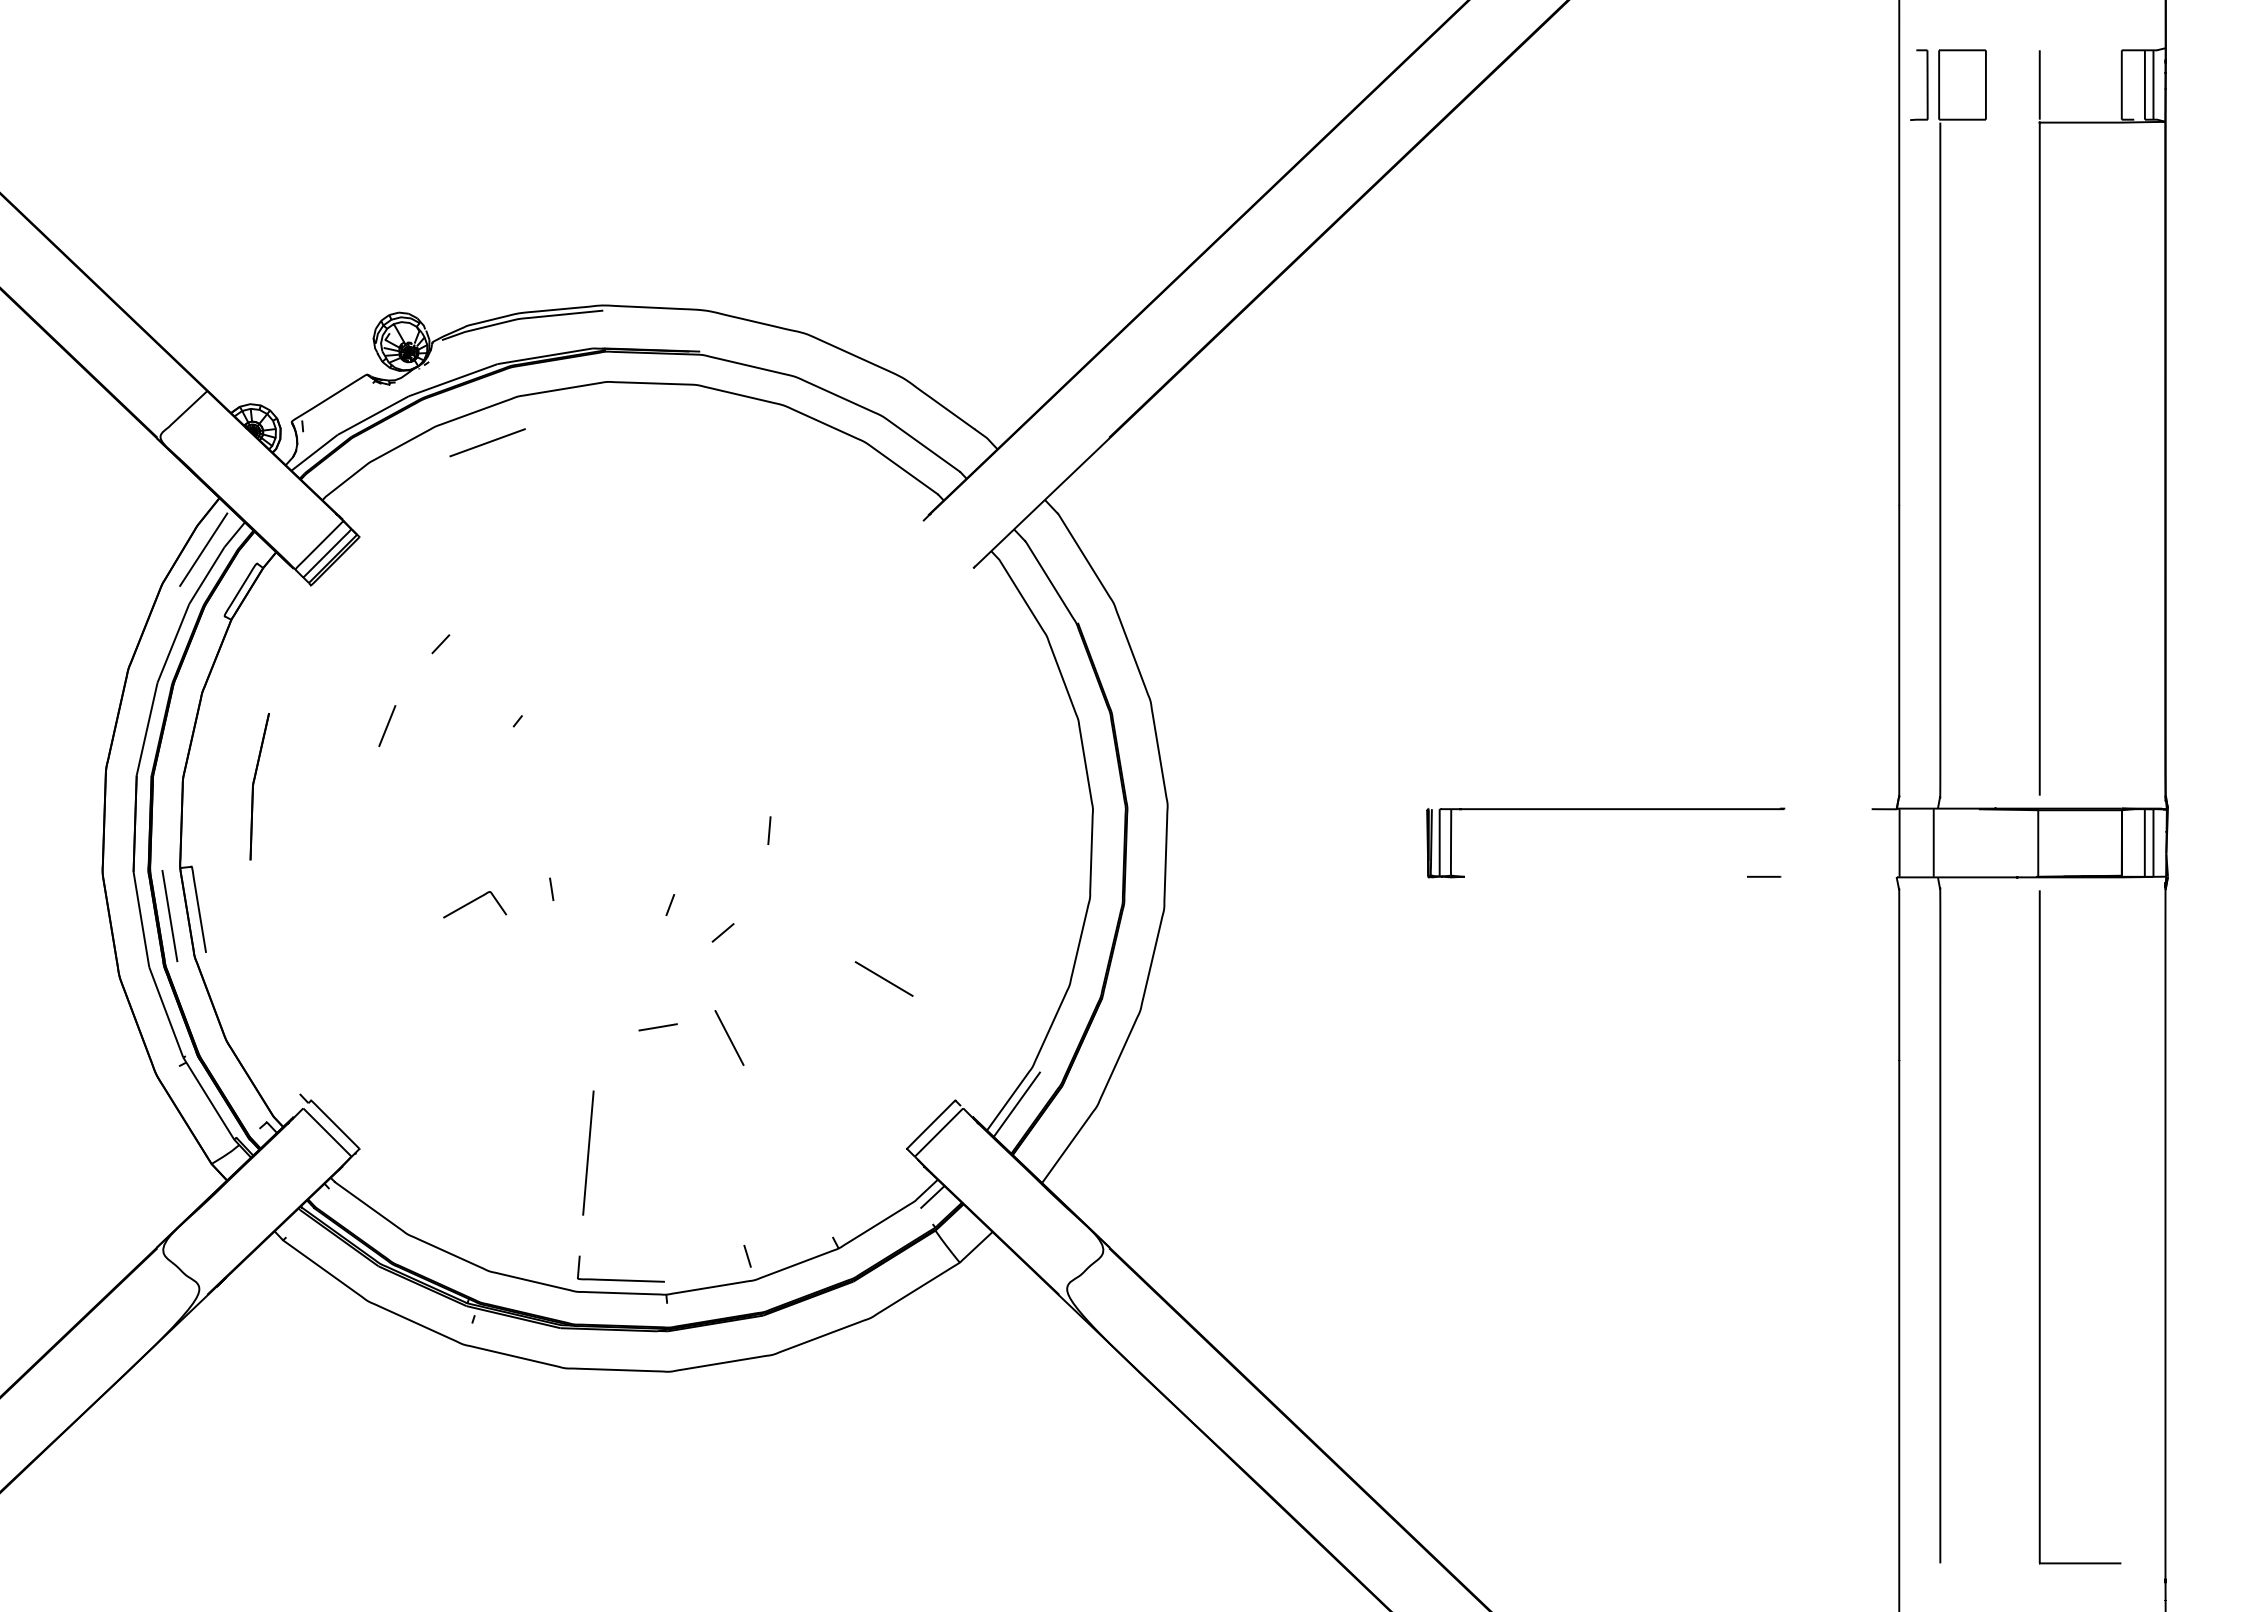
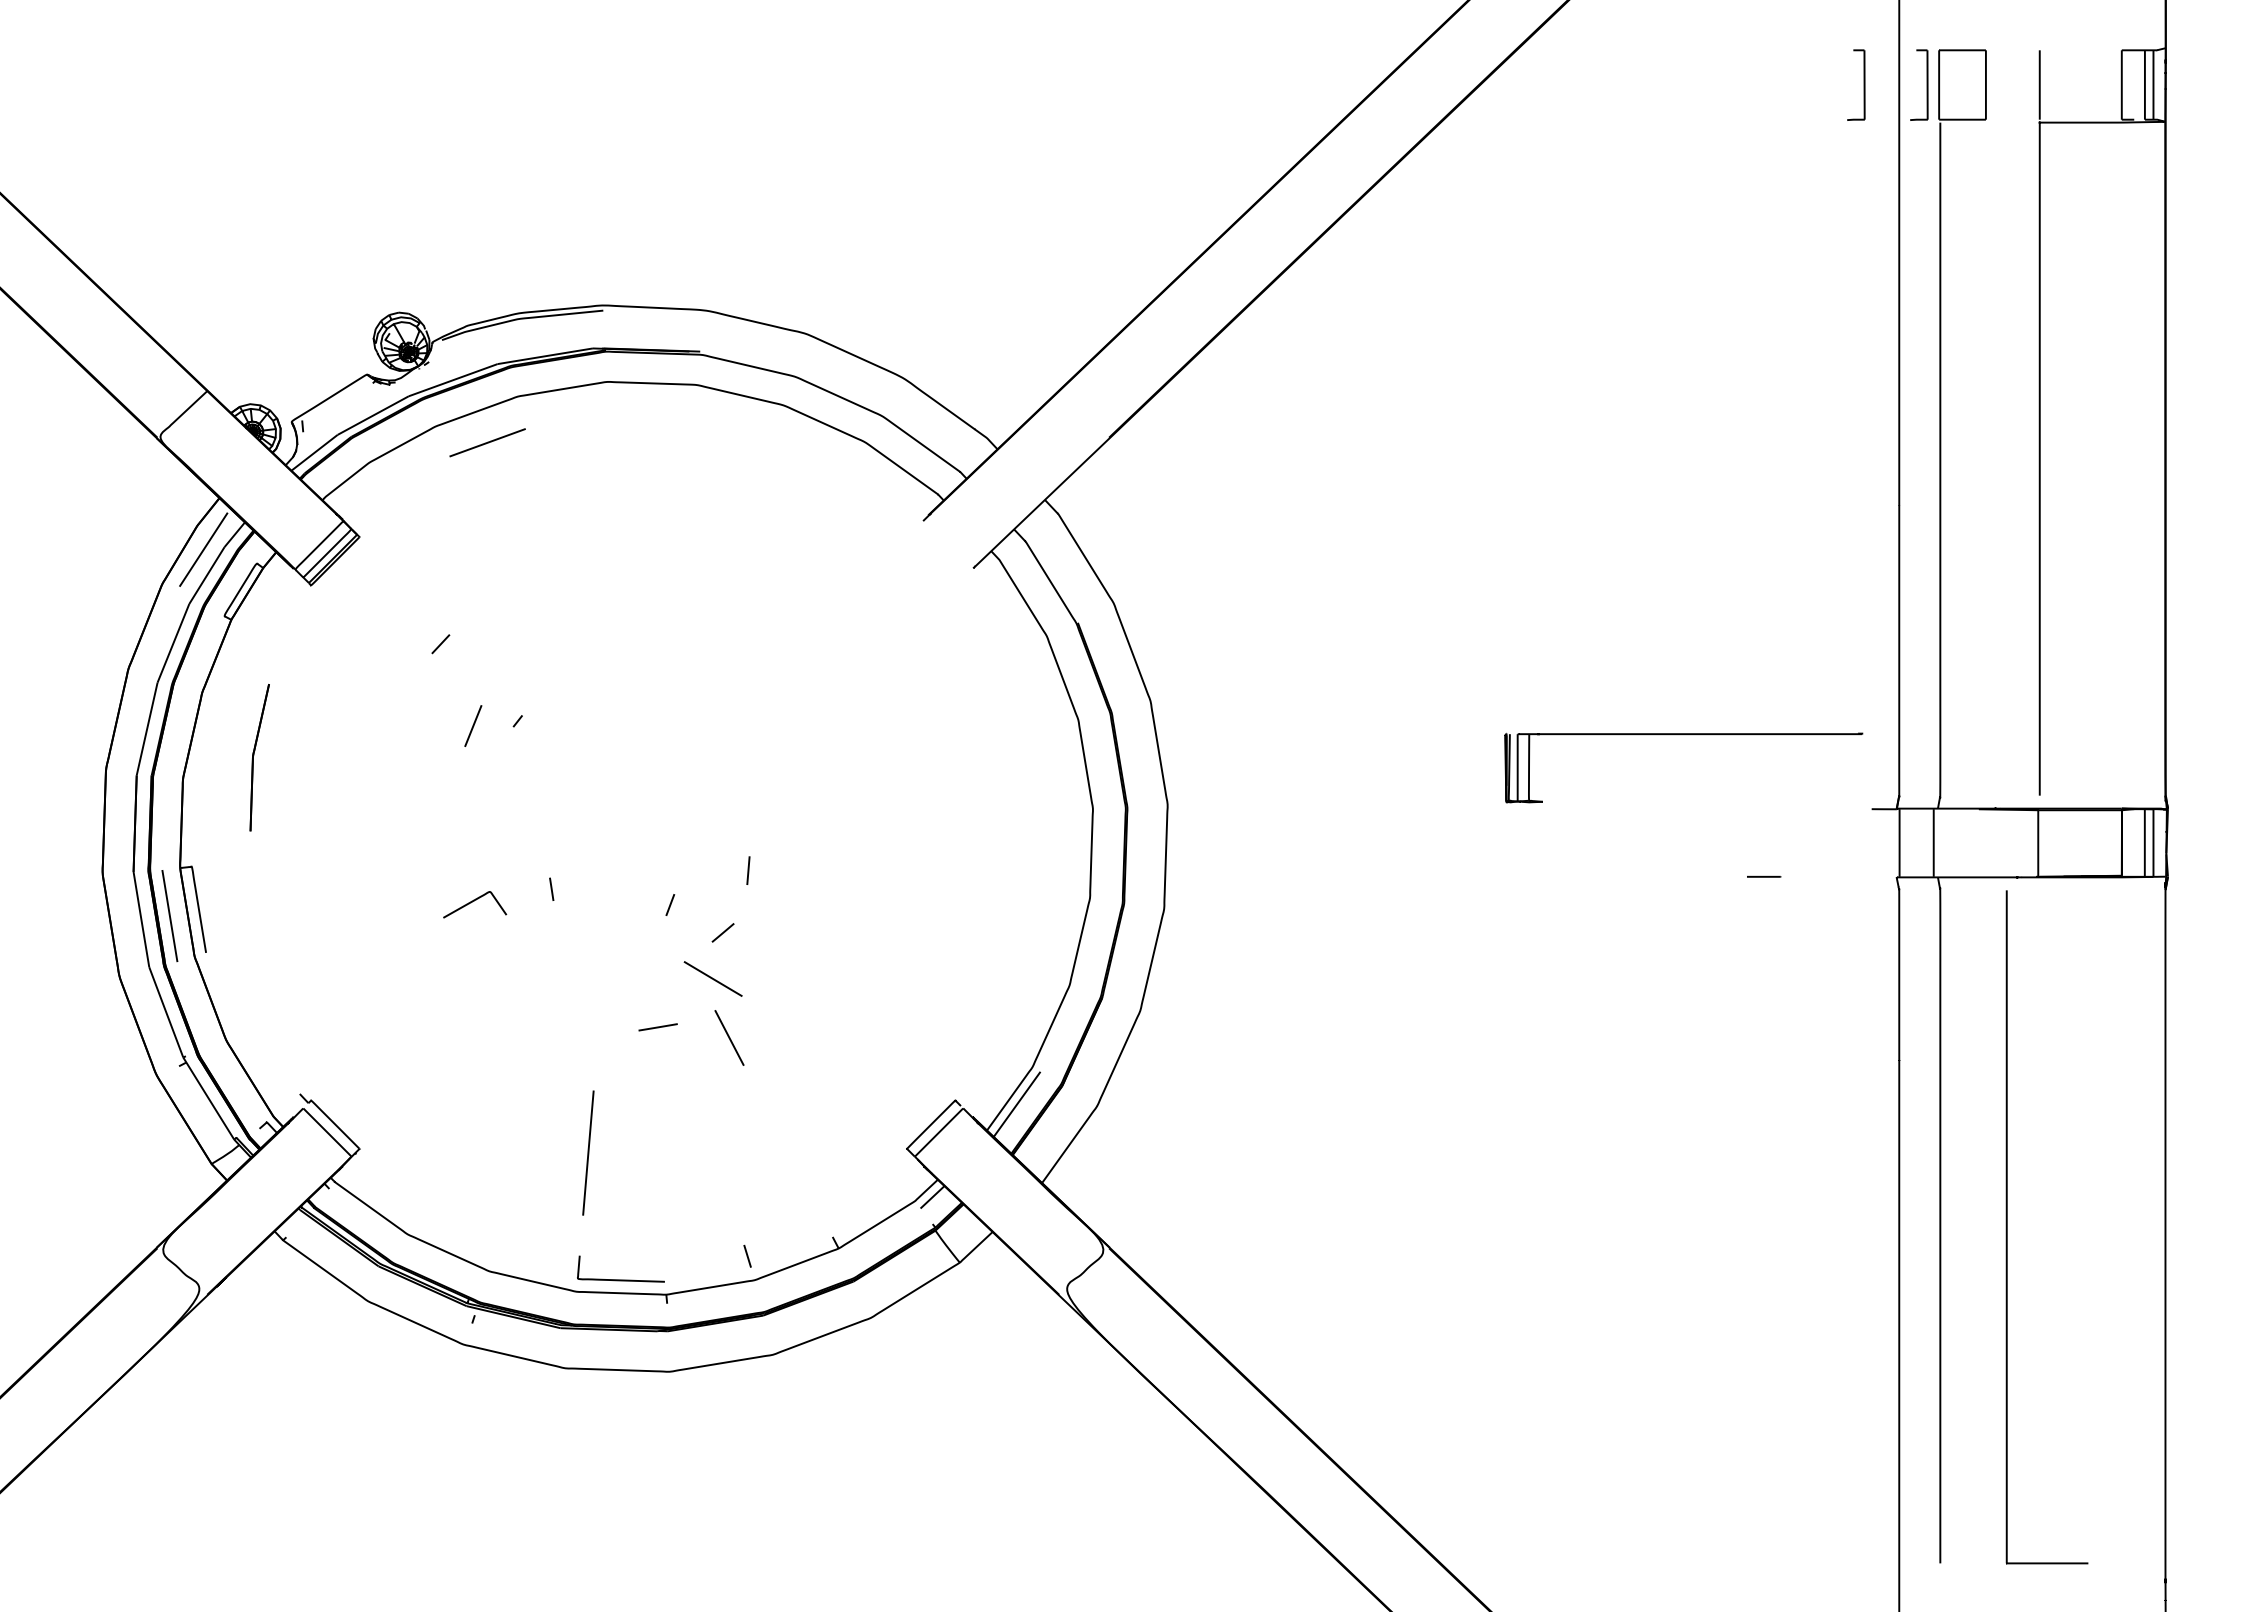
part at (1863, 84): none -> present
line at (387, 725) position: (387, 725) -> (473, 725)
part at (259, 786) position: (259, 786) -> (259, 757)
part at (1605, 810) position: (1605, 810) -> (1683, 735)
line at (769, 830) position: (769, 830) -> (748, 870)
line at (883, 978) position: (883, 978) -> (712, 978)
part at (2040, 1227) position: (2040, 1227) -> (2007, 1227)
